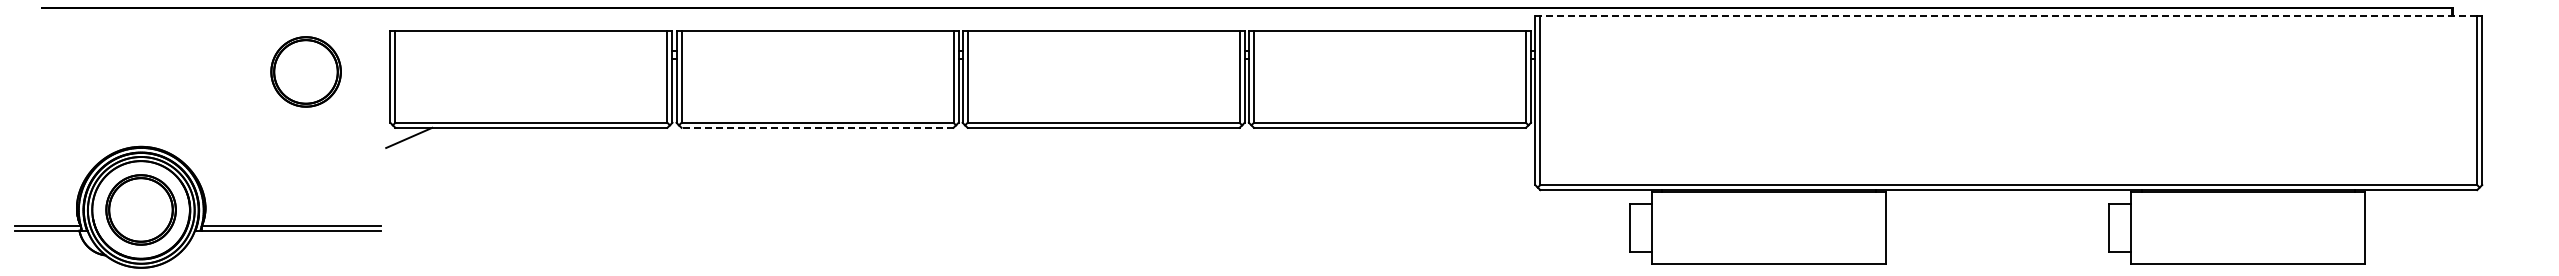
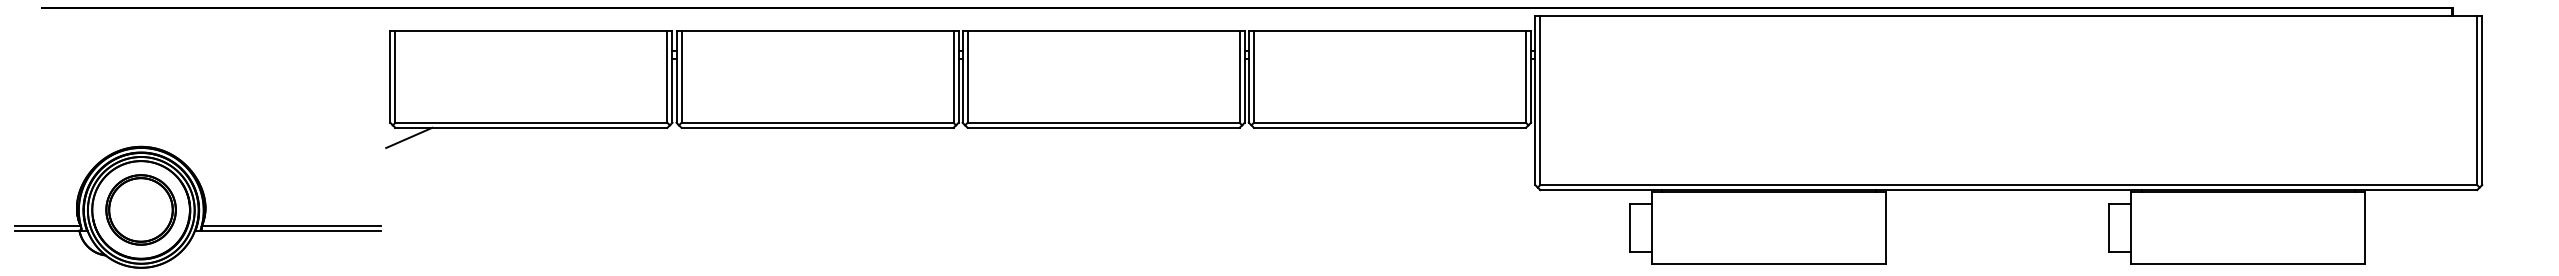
line at (2006, 16): dashed -> solid
part at (305, 71): present -> none
line at (817, 127): dashed -> solid
